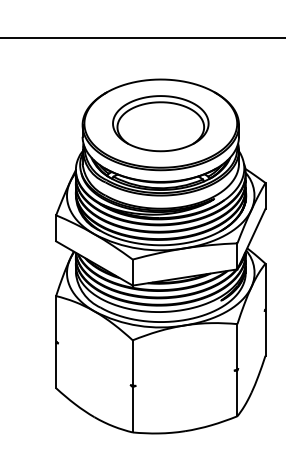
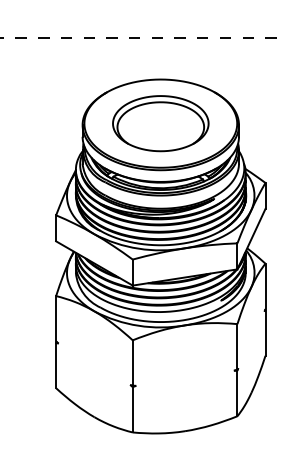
line at (143, 38): solid -> dashed
